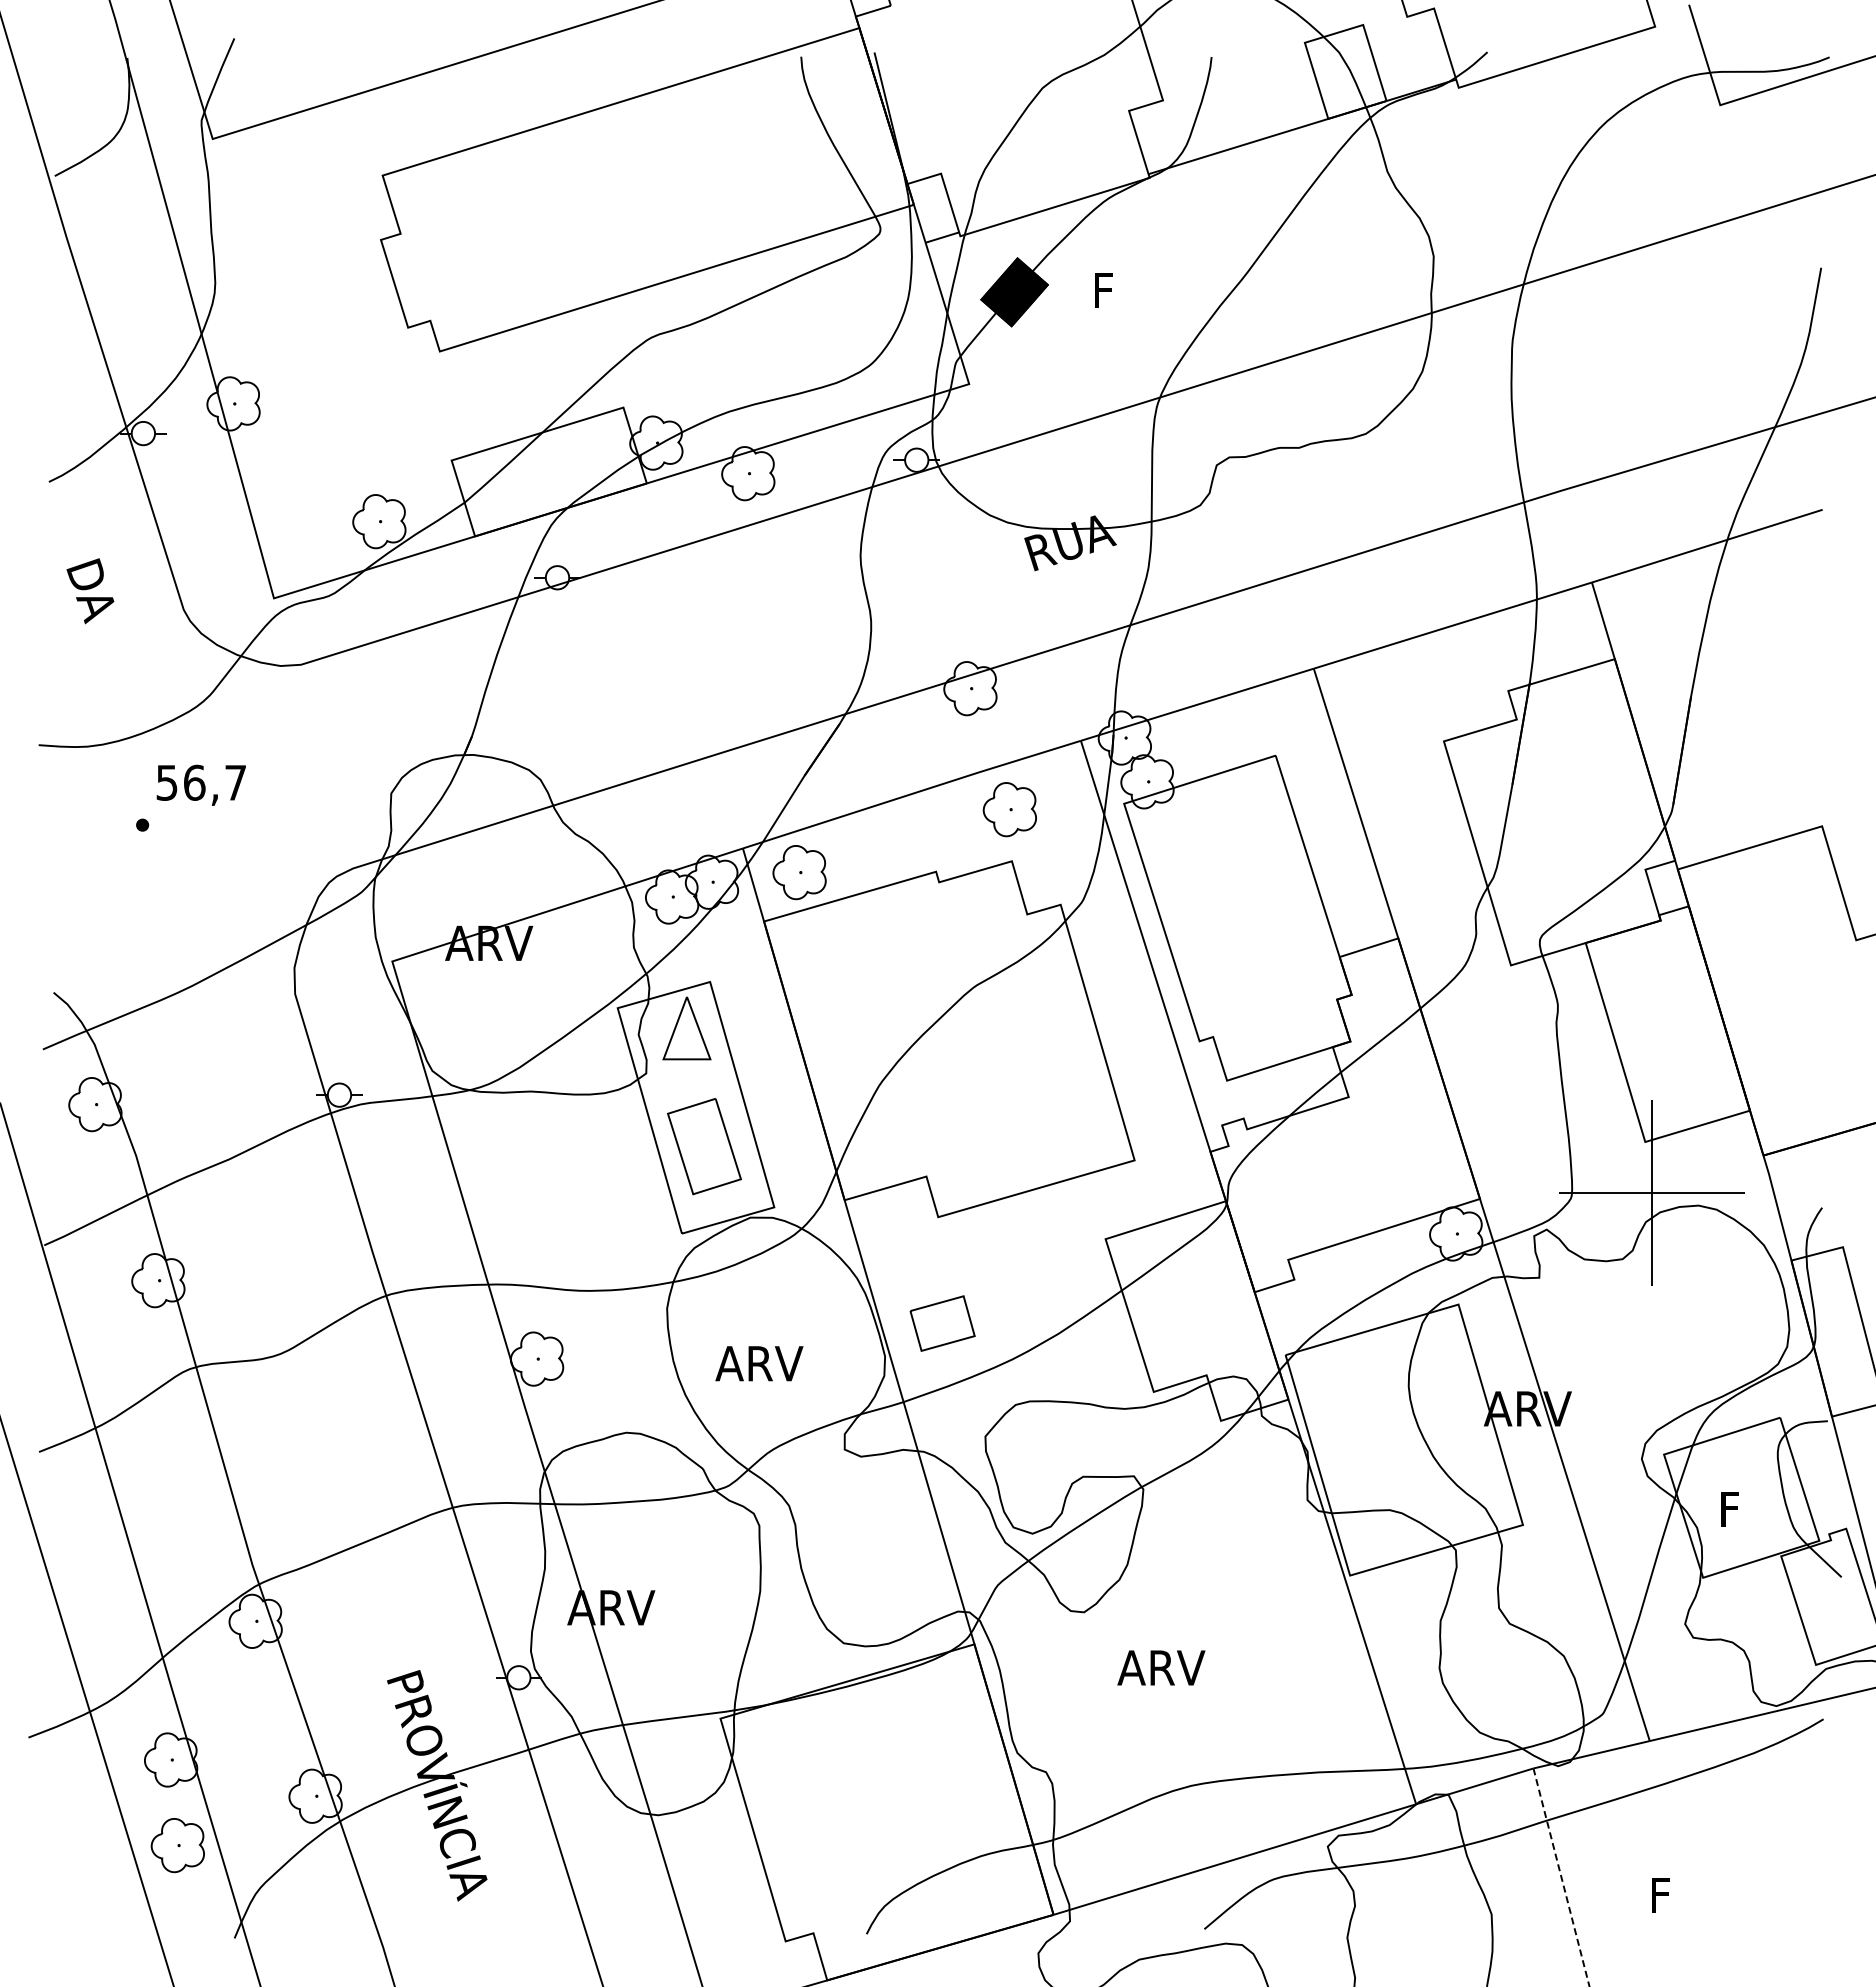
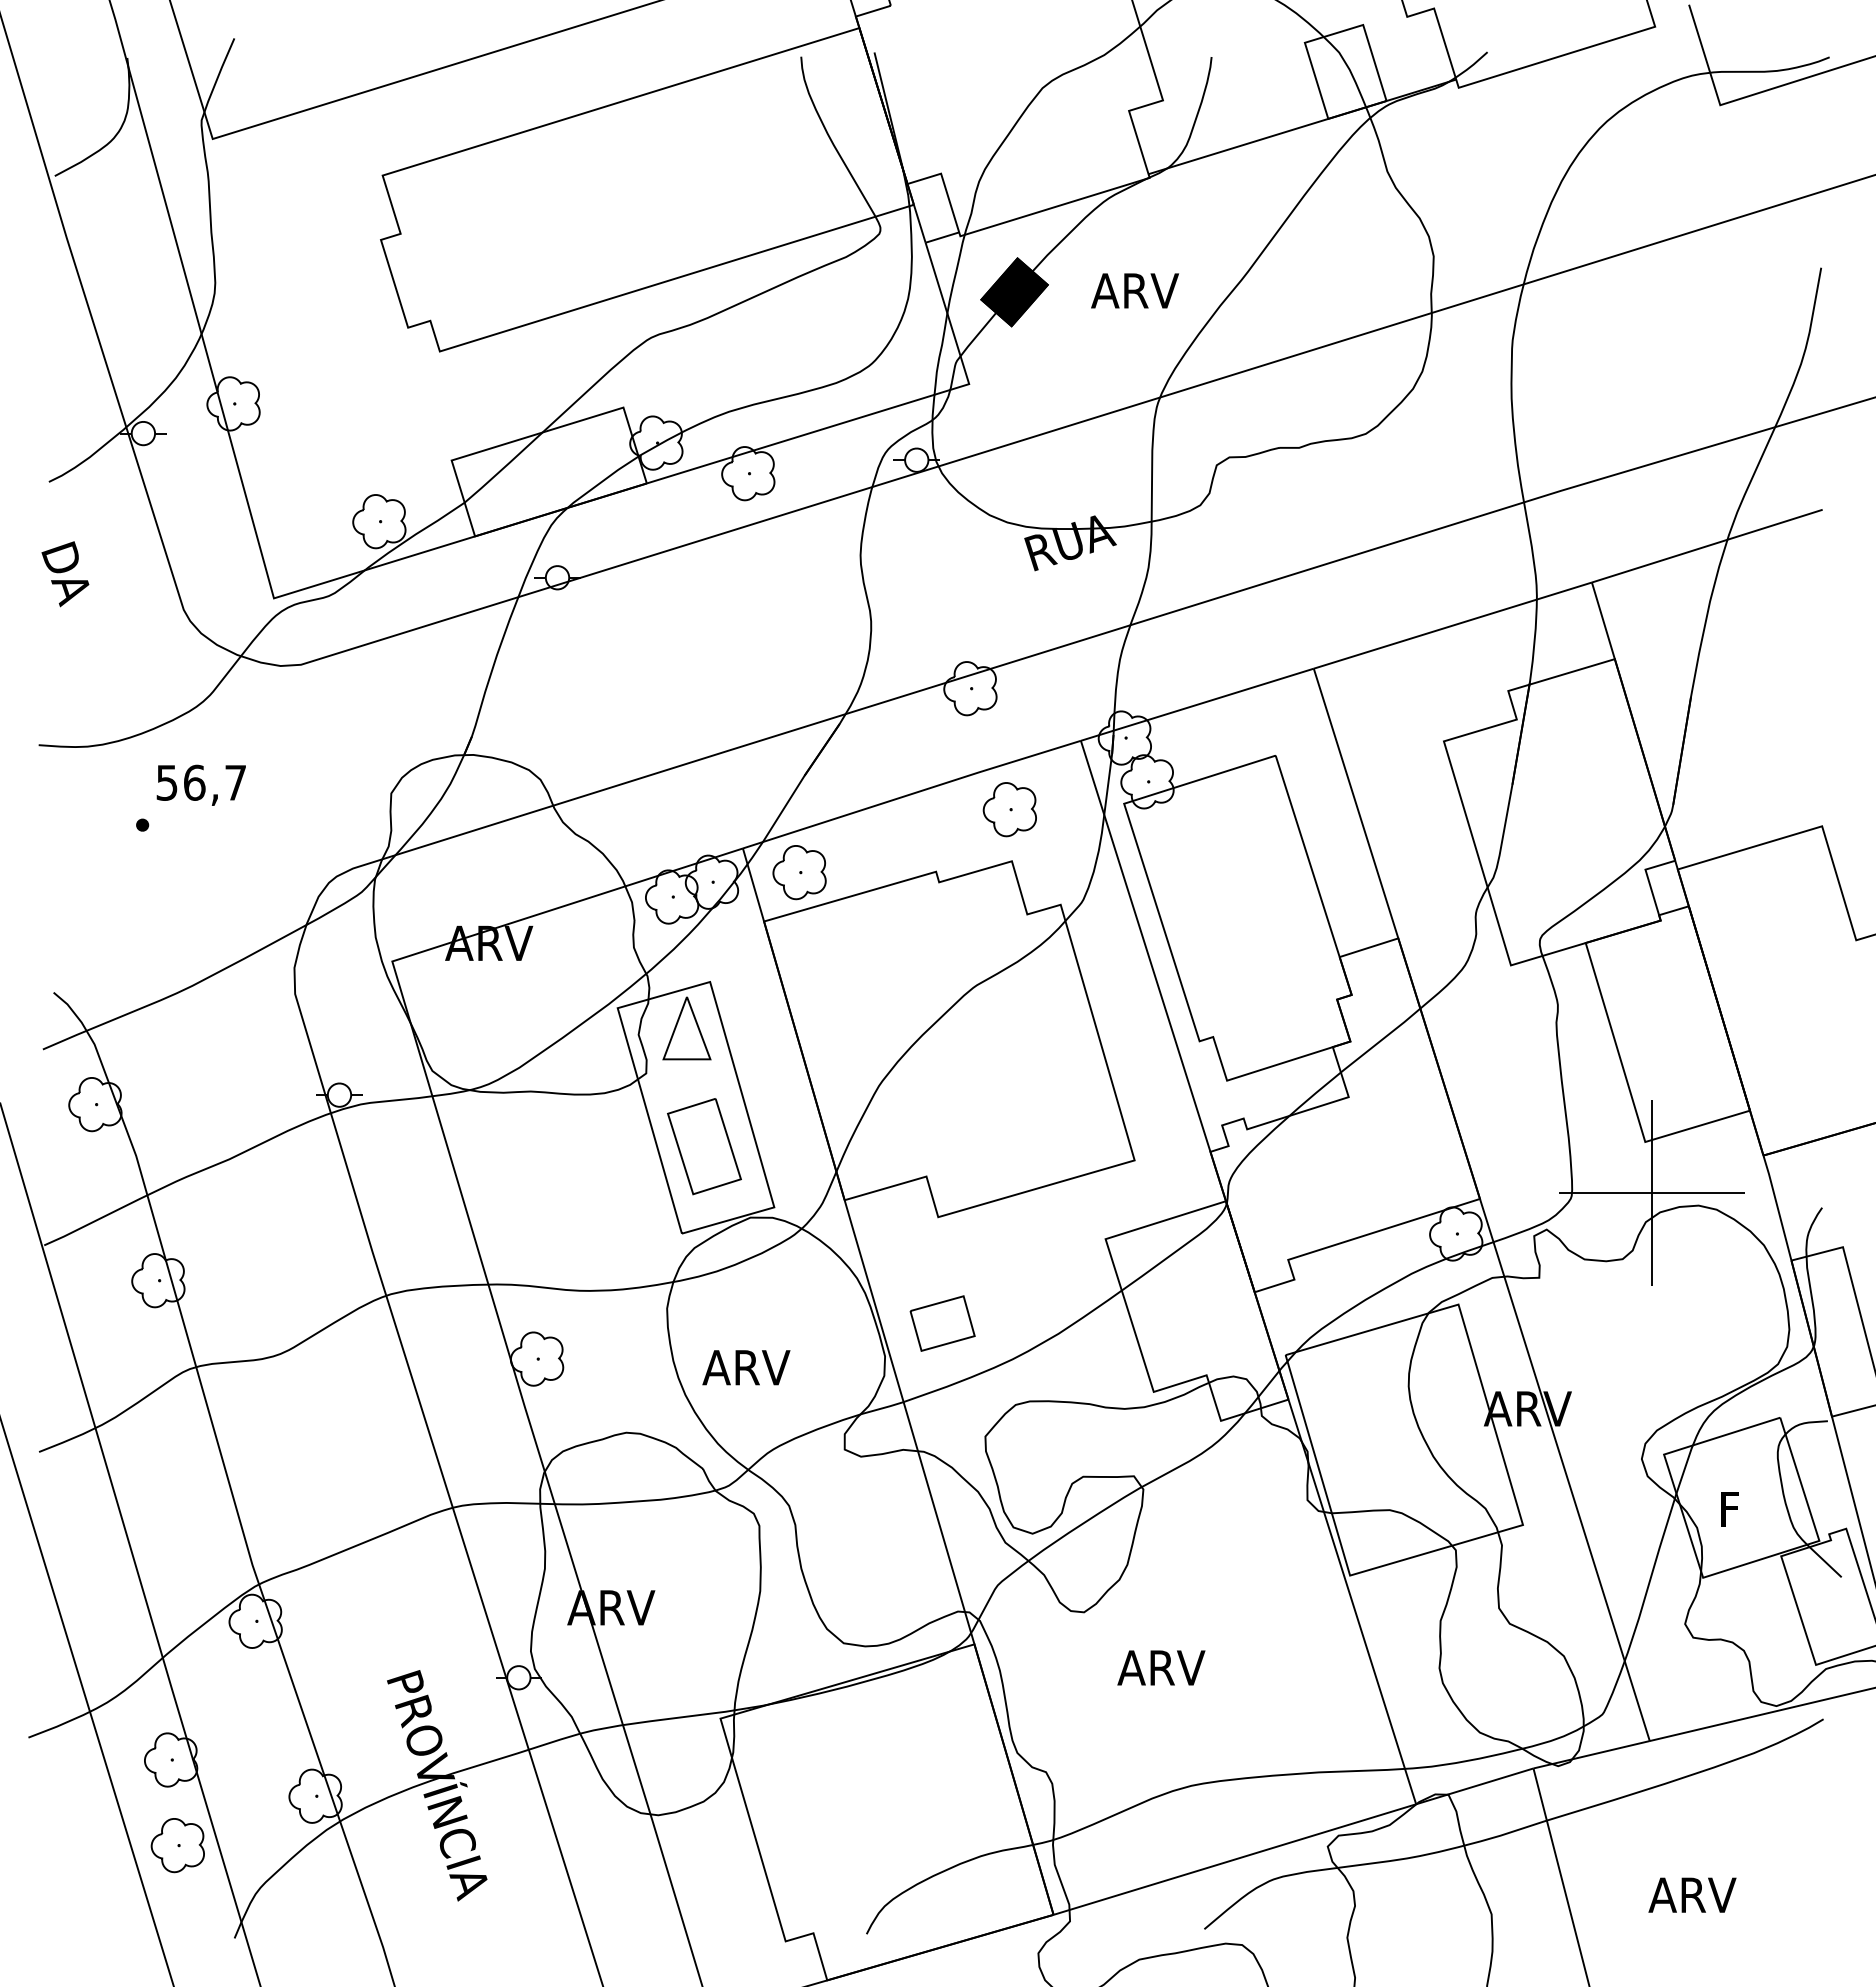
text at (1135, 290): F -> ARV
text at (90, 591) position: (90, 591) -> (65, 574)
text at (759, 1363) position: (759, 1363) -> (746, 1367)
line at (1561, 1877): dashed -> solid
text at (1692, 1894): F -> ARV
